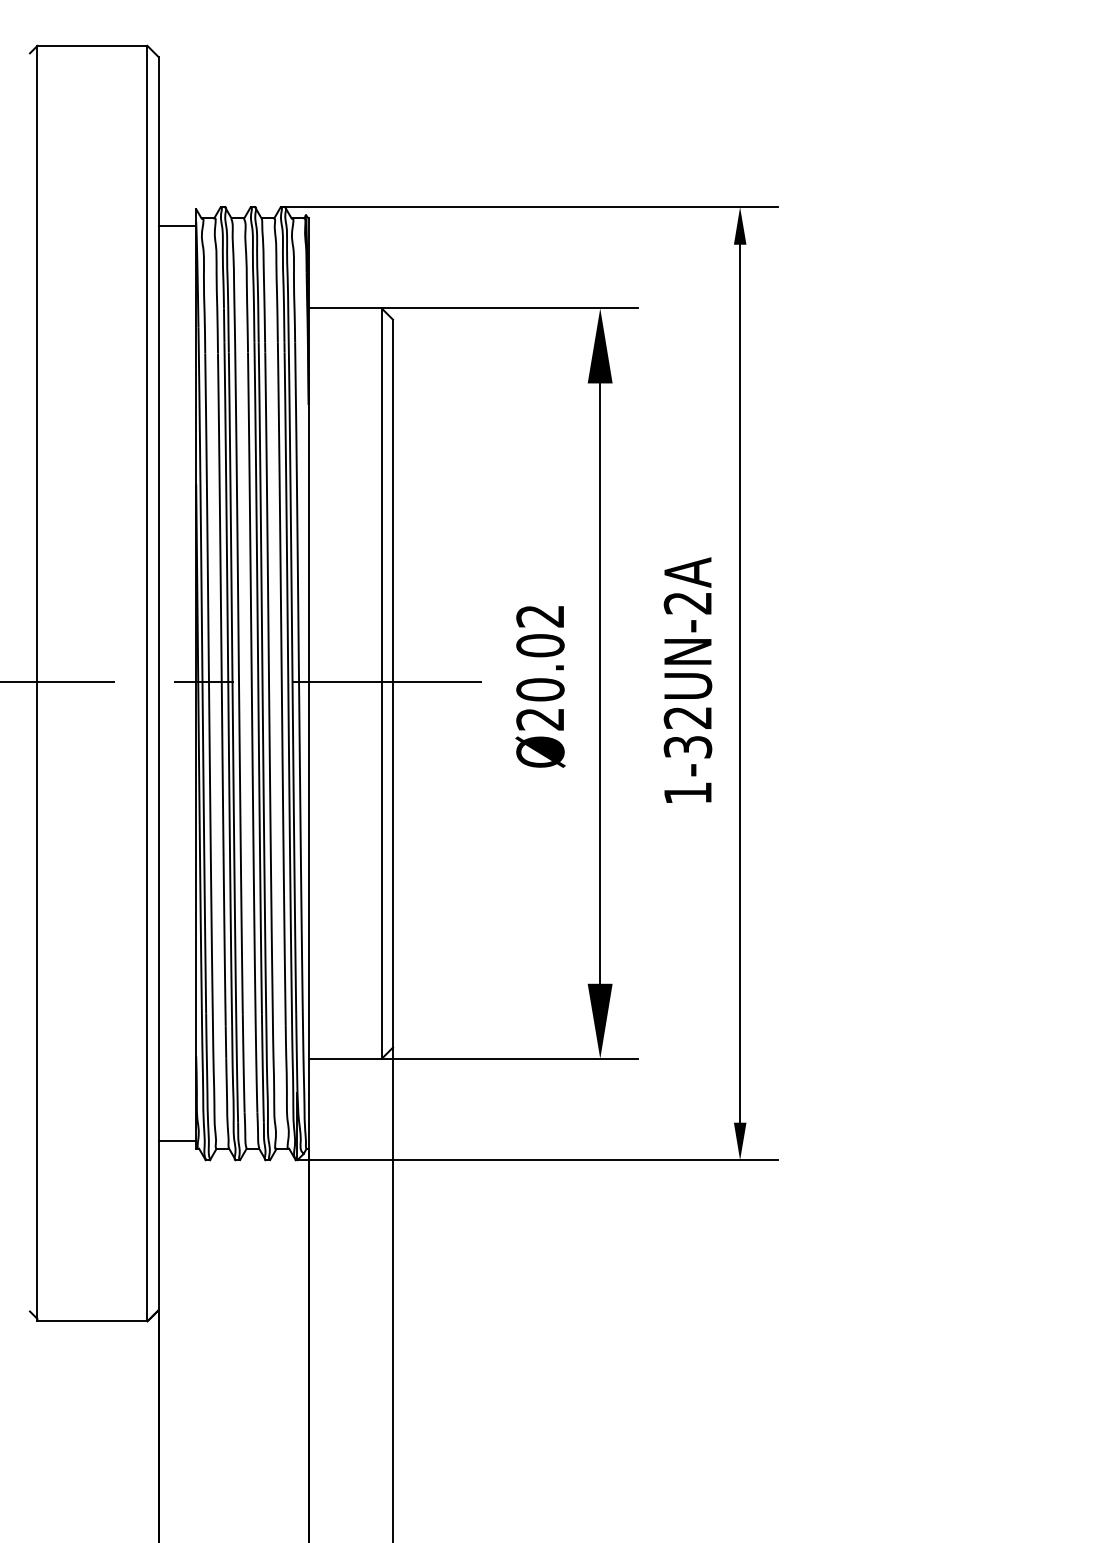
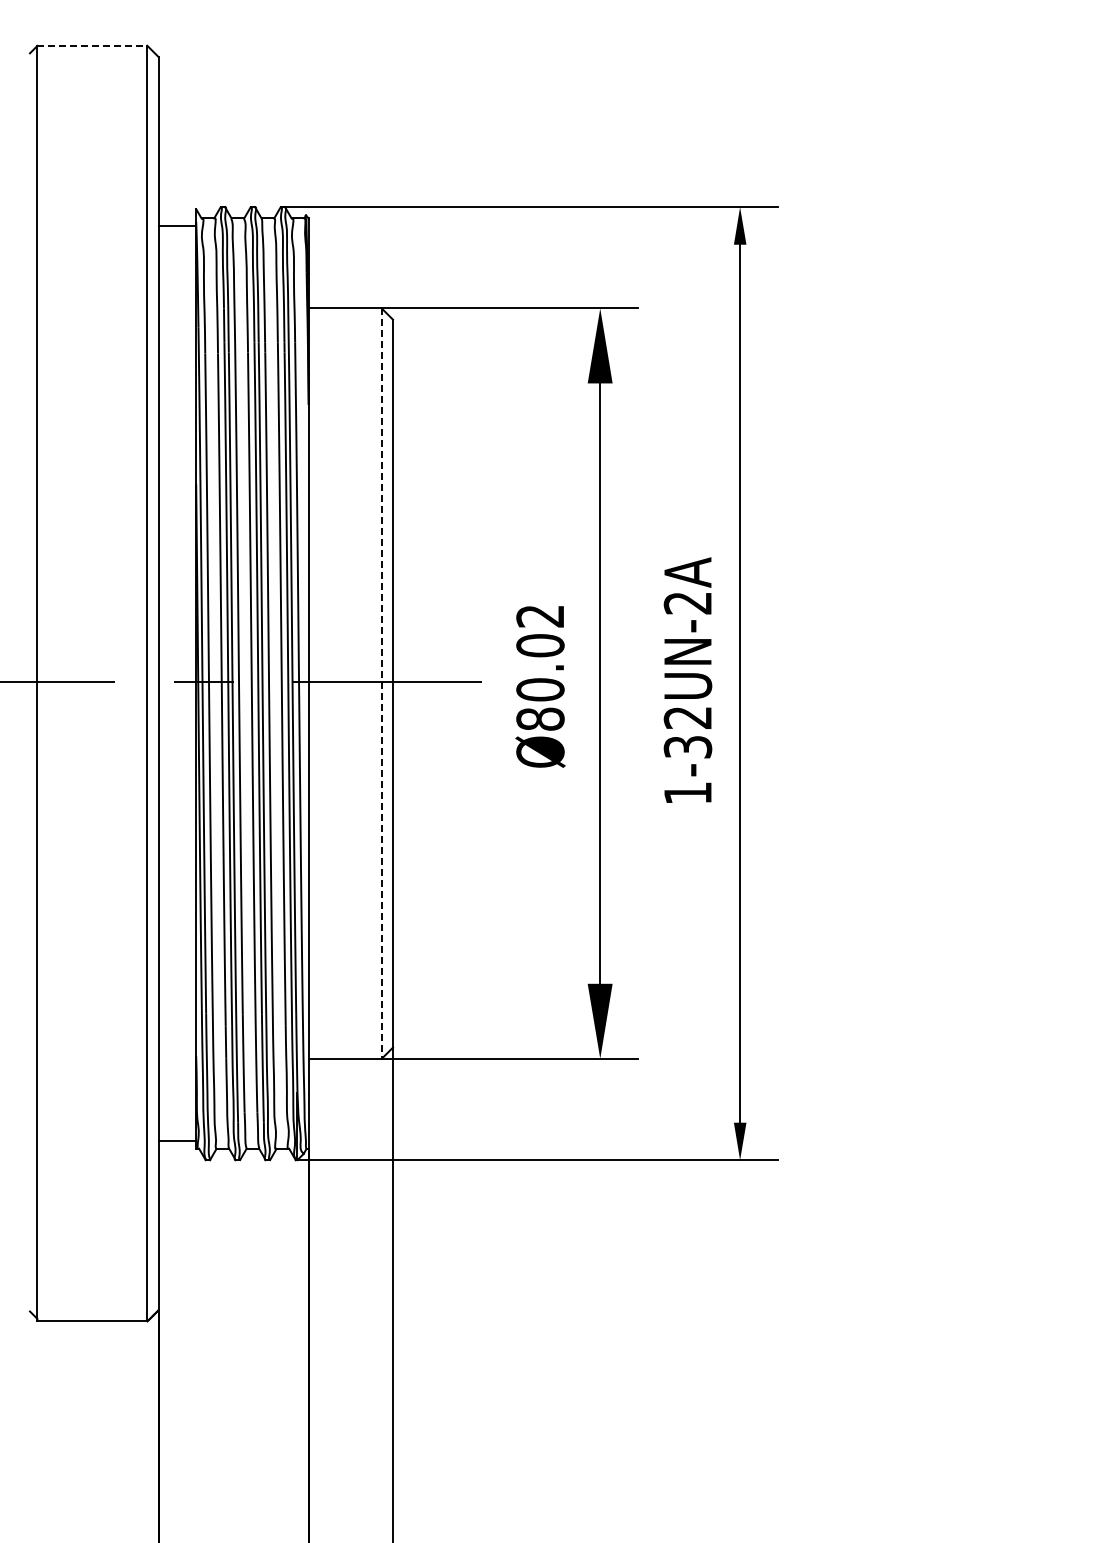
line at (92, 45): solid -> dashed
line at (381, 684): solid -> dashed
text at (540, 718): Ø20.02 -> Ø80.02
